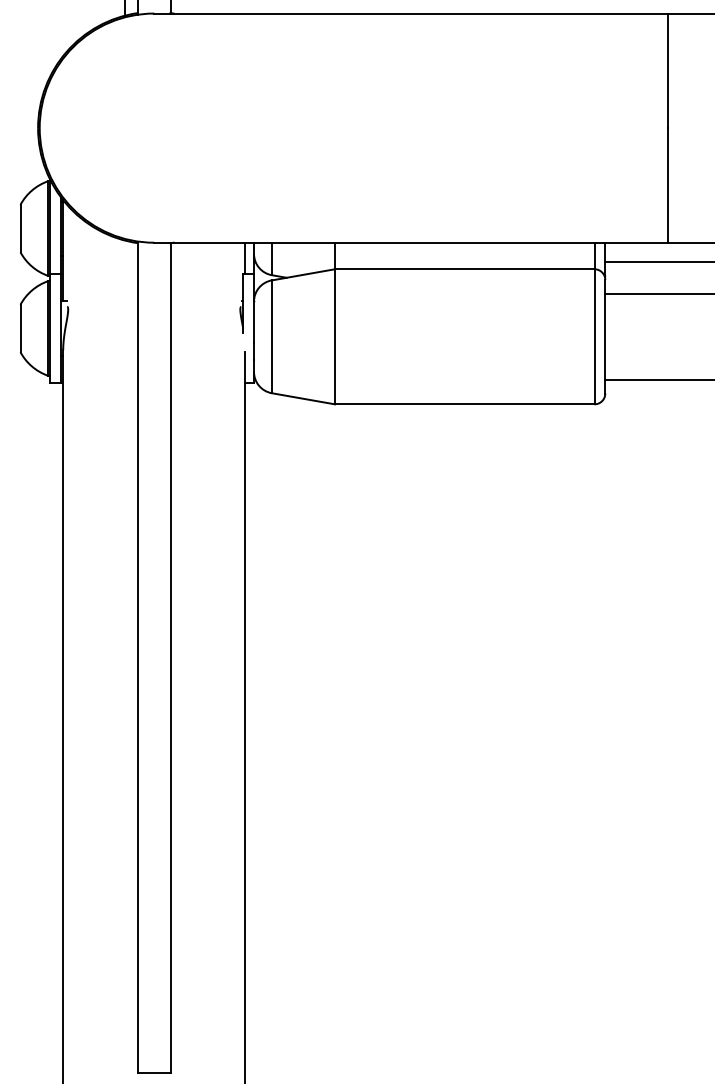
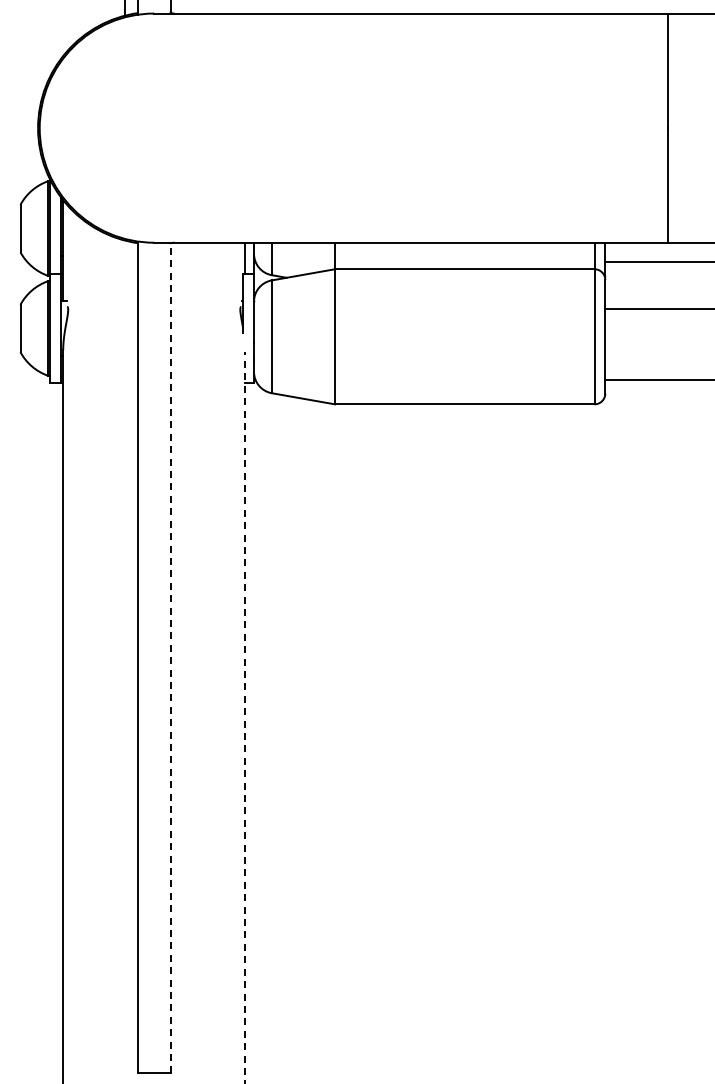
line at (658, 293) position: (658, 293) -> (658, 308)
line at (170, 657): solid -> dashed
line at (245, 717): solid -> dashed
